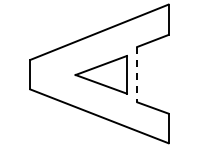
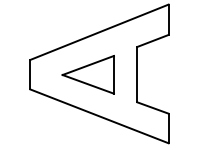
part at (100, 74) position: (100, 74) -> (87, 74)
line at (137, 74): dashed -> solid
